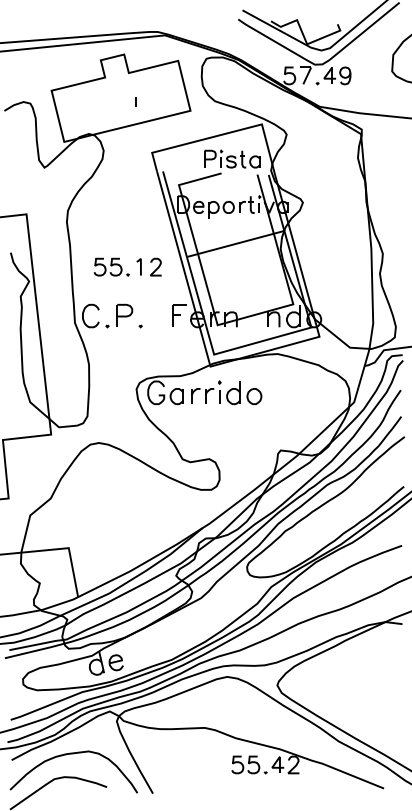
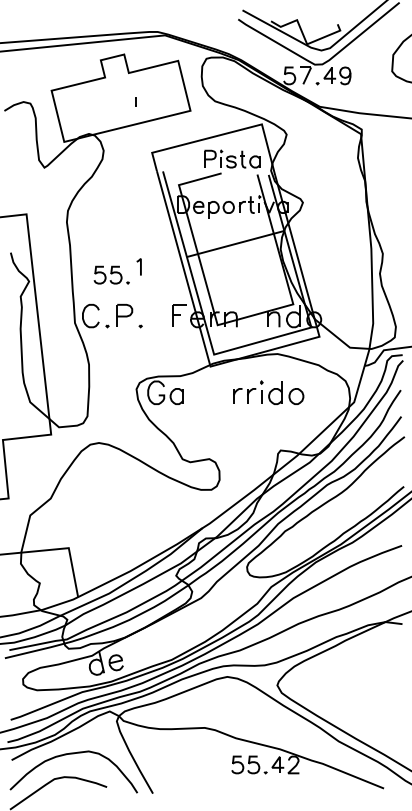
part at (111, 266) position: (111, 266) -> (111, 274)
curve at (157, 267): present -> none
part at (226, 392) position: (226, 392) -> (268, 392)
